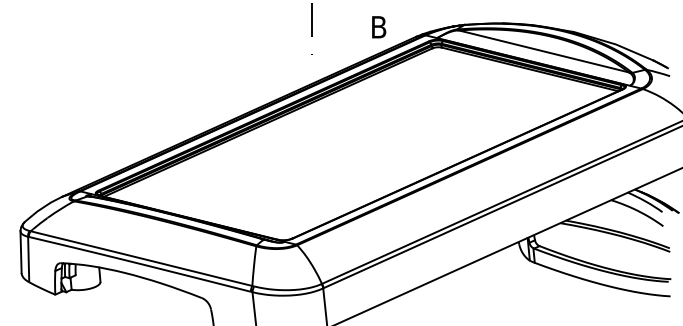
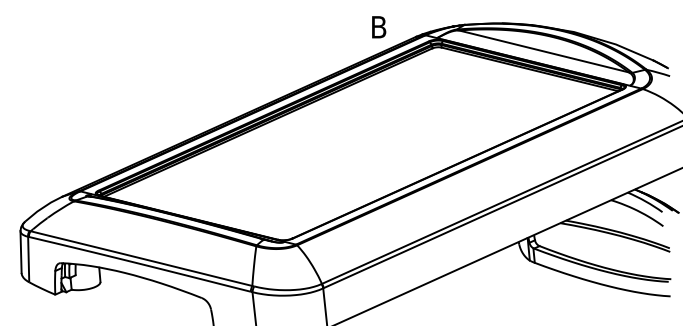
line at (311, 28): present -> none
